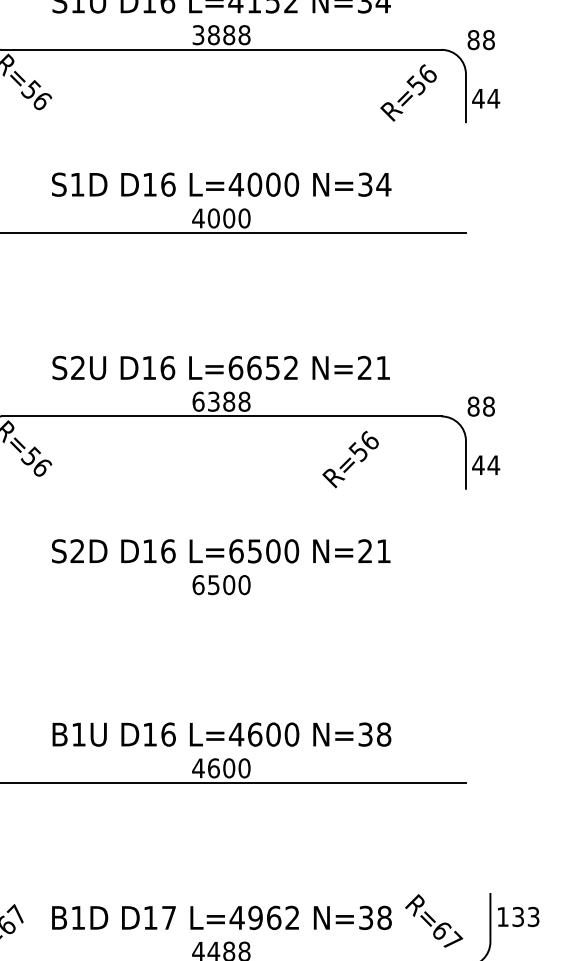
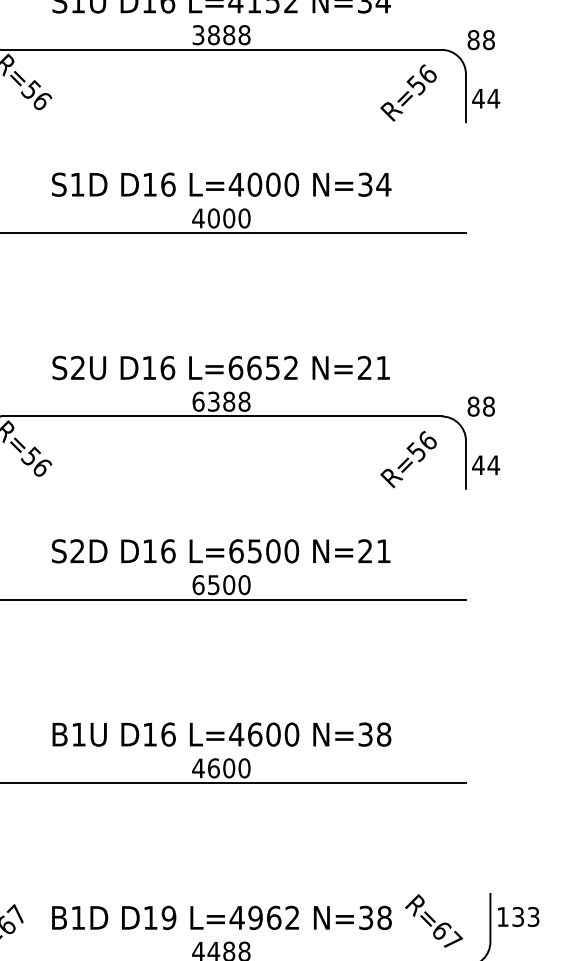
text at (350, 459) position: (350, 459) -> (408, 459)
line at (233, 599): none -> present
text at (168, 917): D17 -> D19
